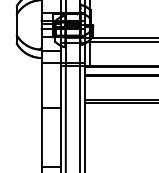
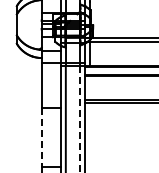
line at (80, 119): solid -> dashed
line at (41, 137): solid -> dashed
